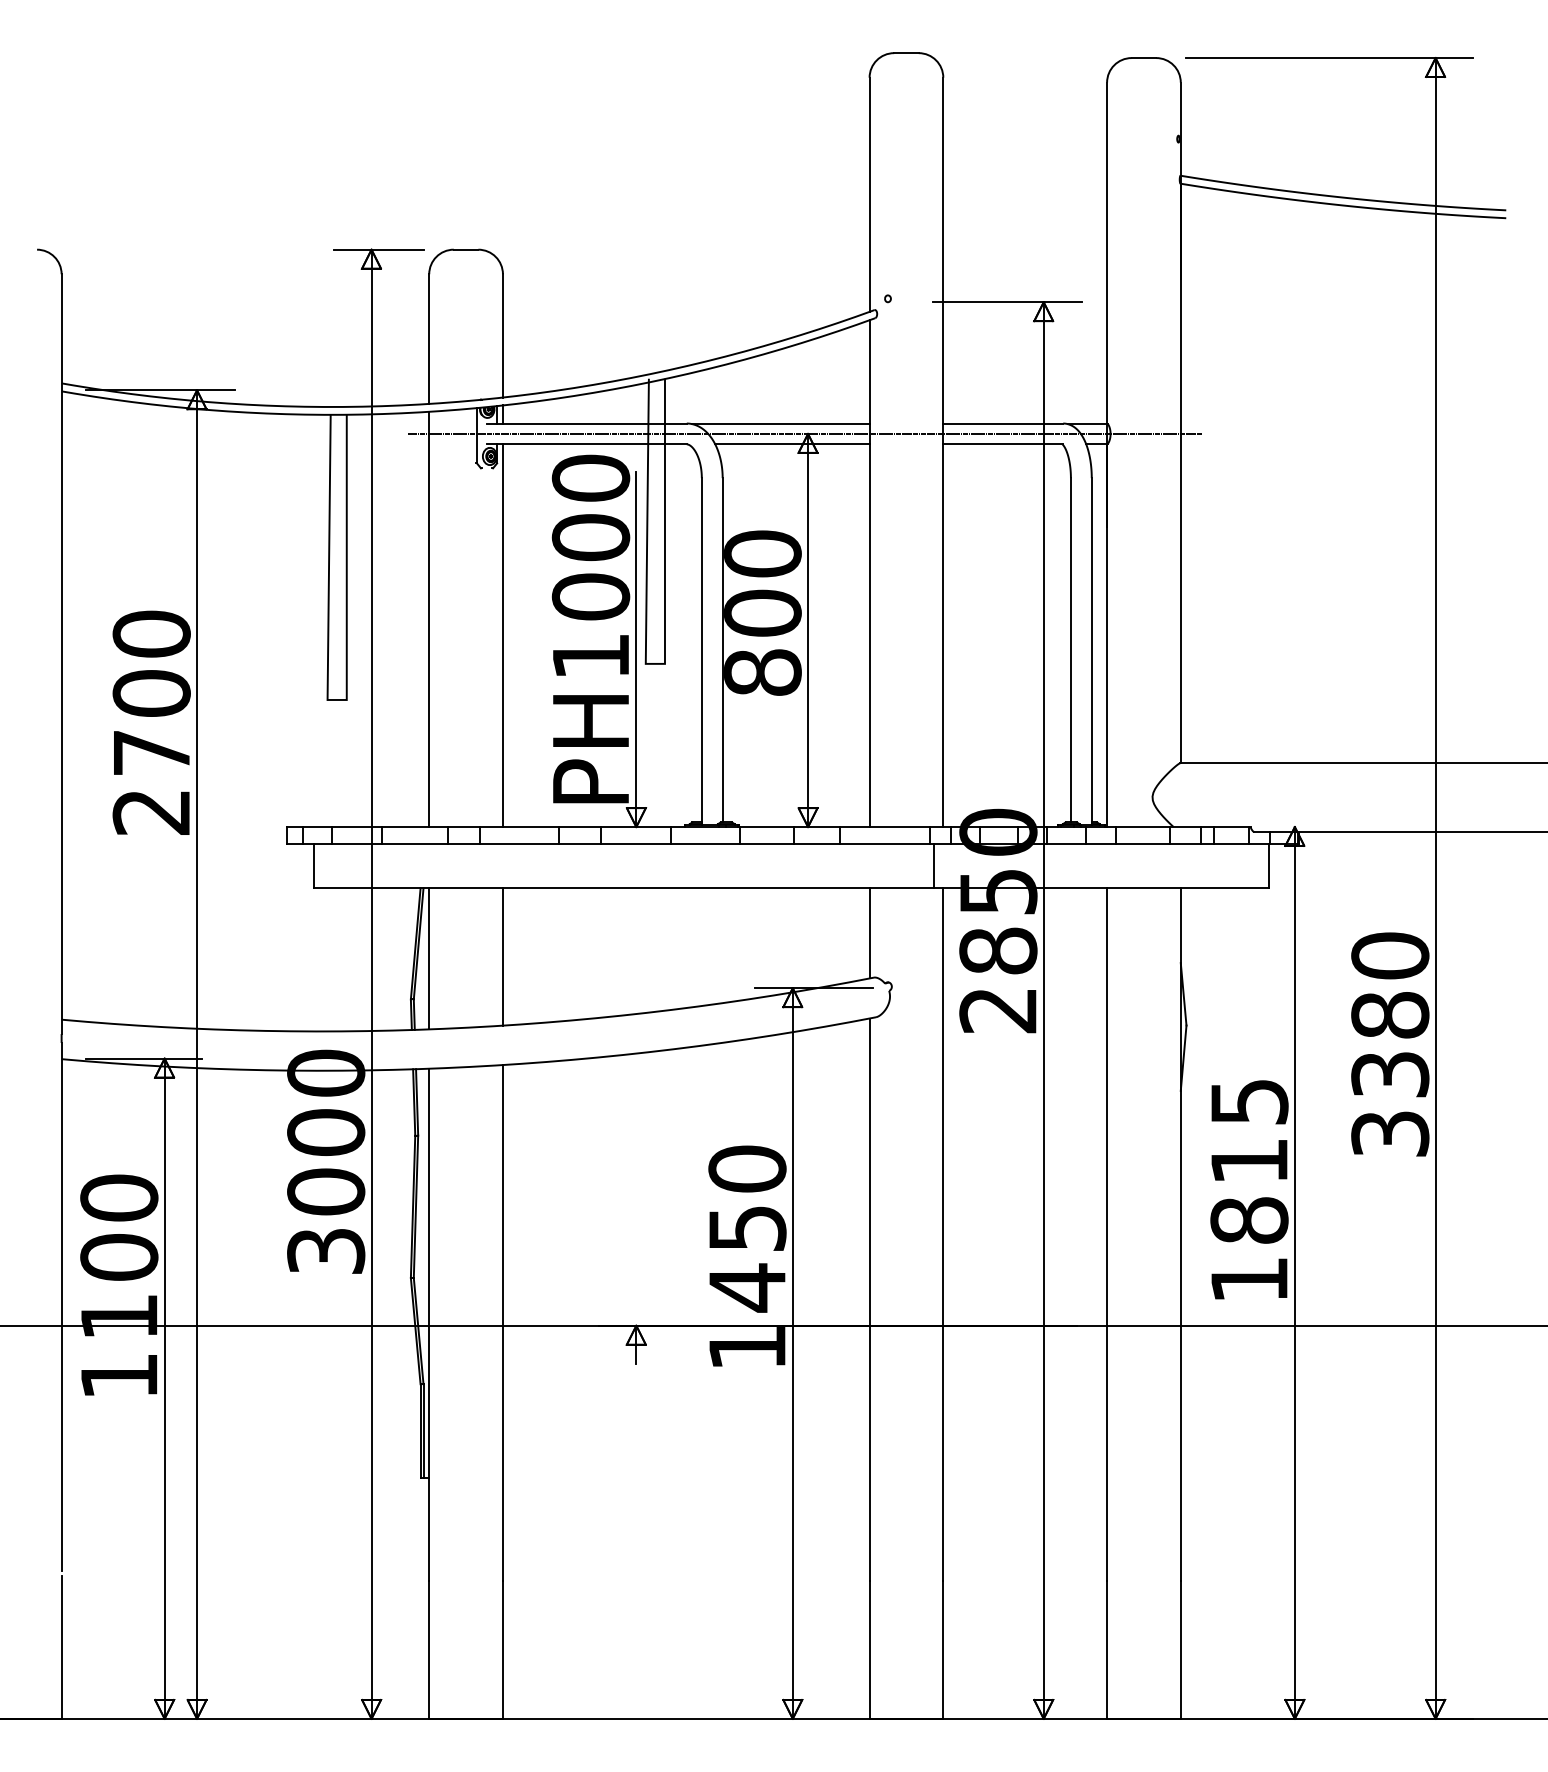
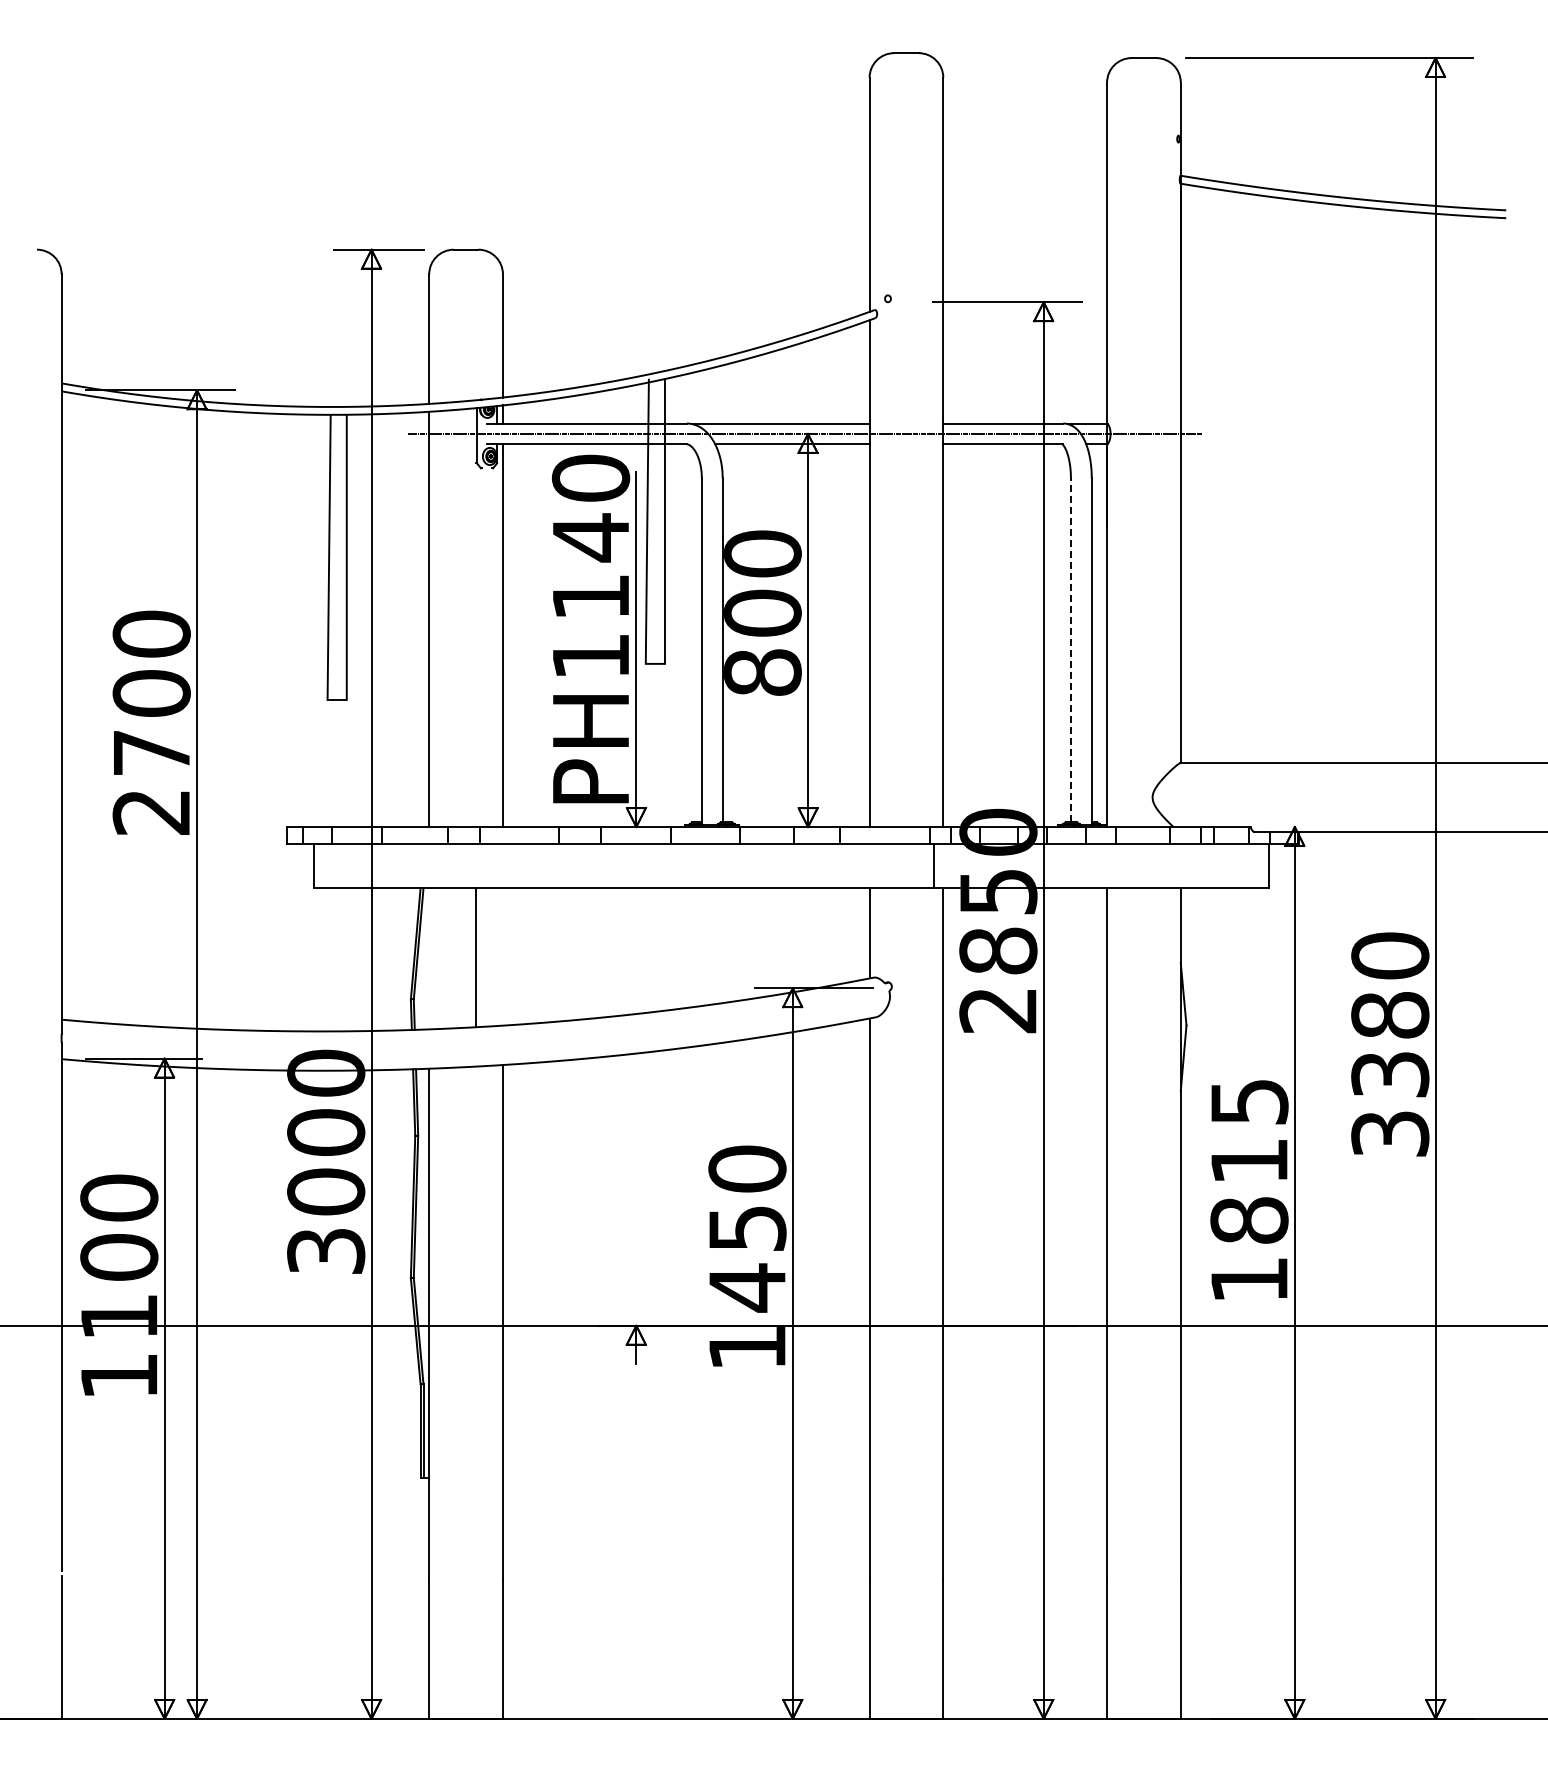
text at (590, 566): PH1000 -> PH1140
line at (1070, 649): solid -> dashed
line at (502, 956) position: (502, 956) -> (475, 956)
line at (429, 958): present -> none
